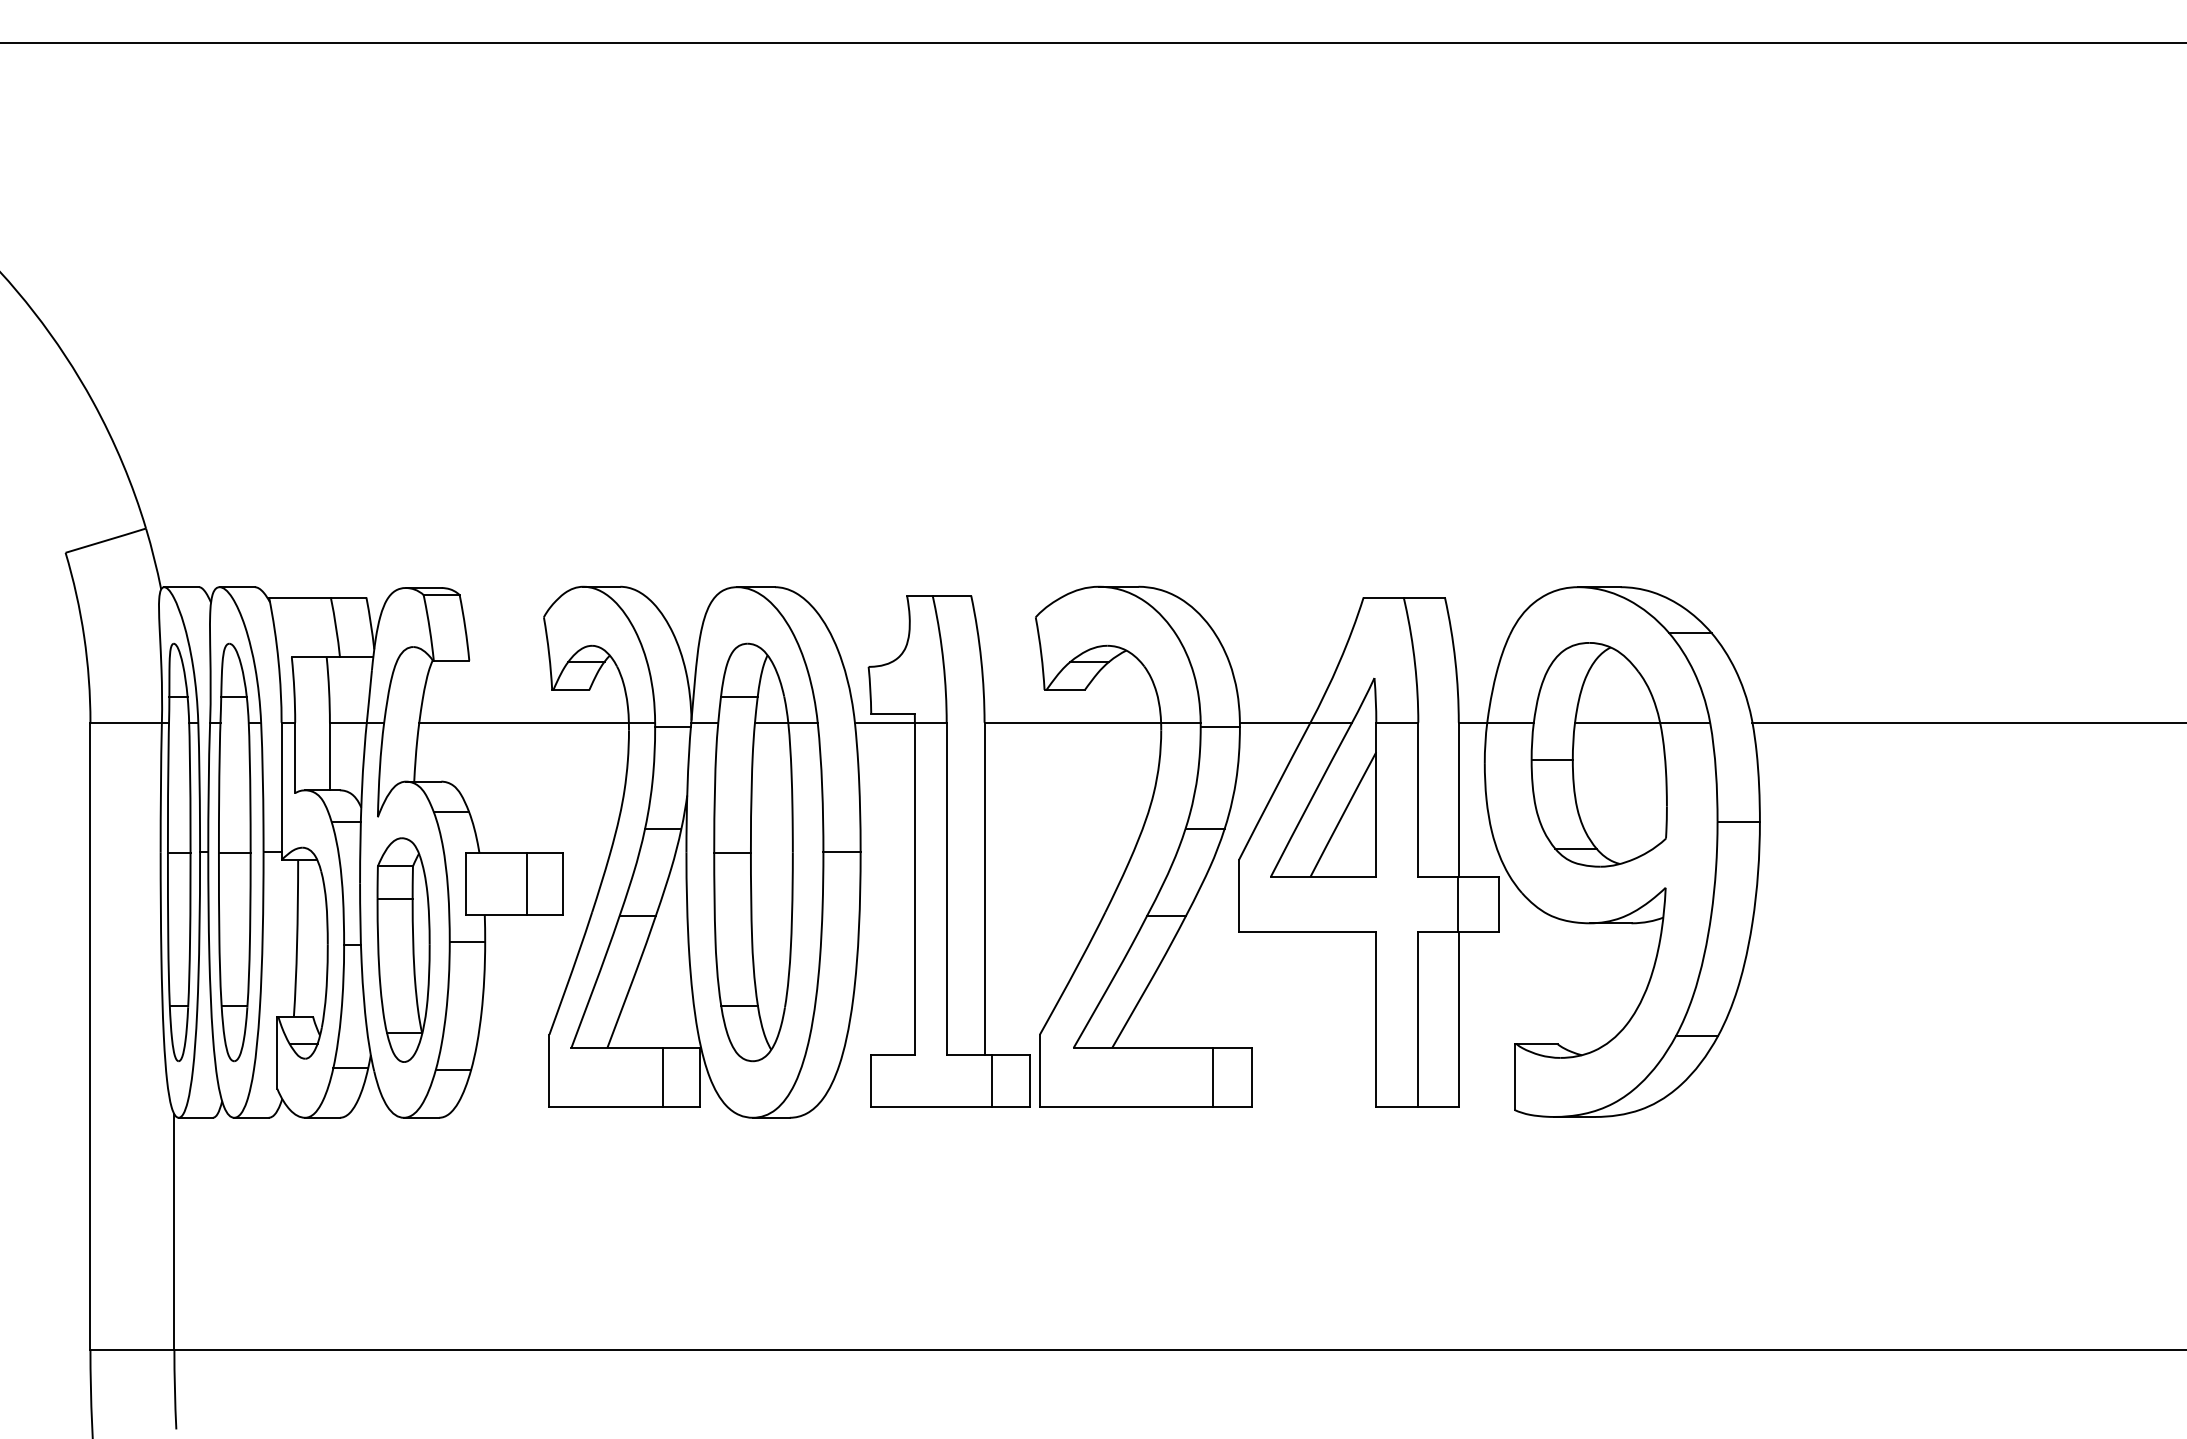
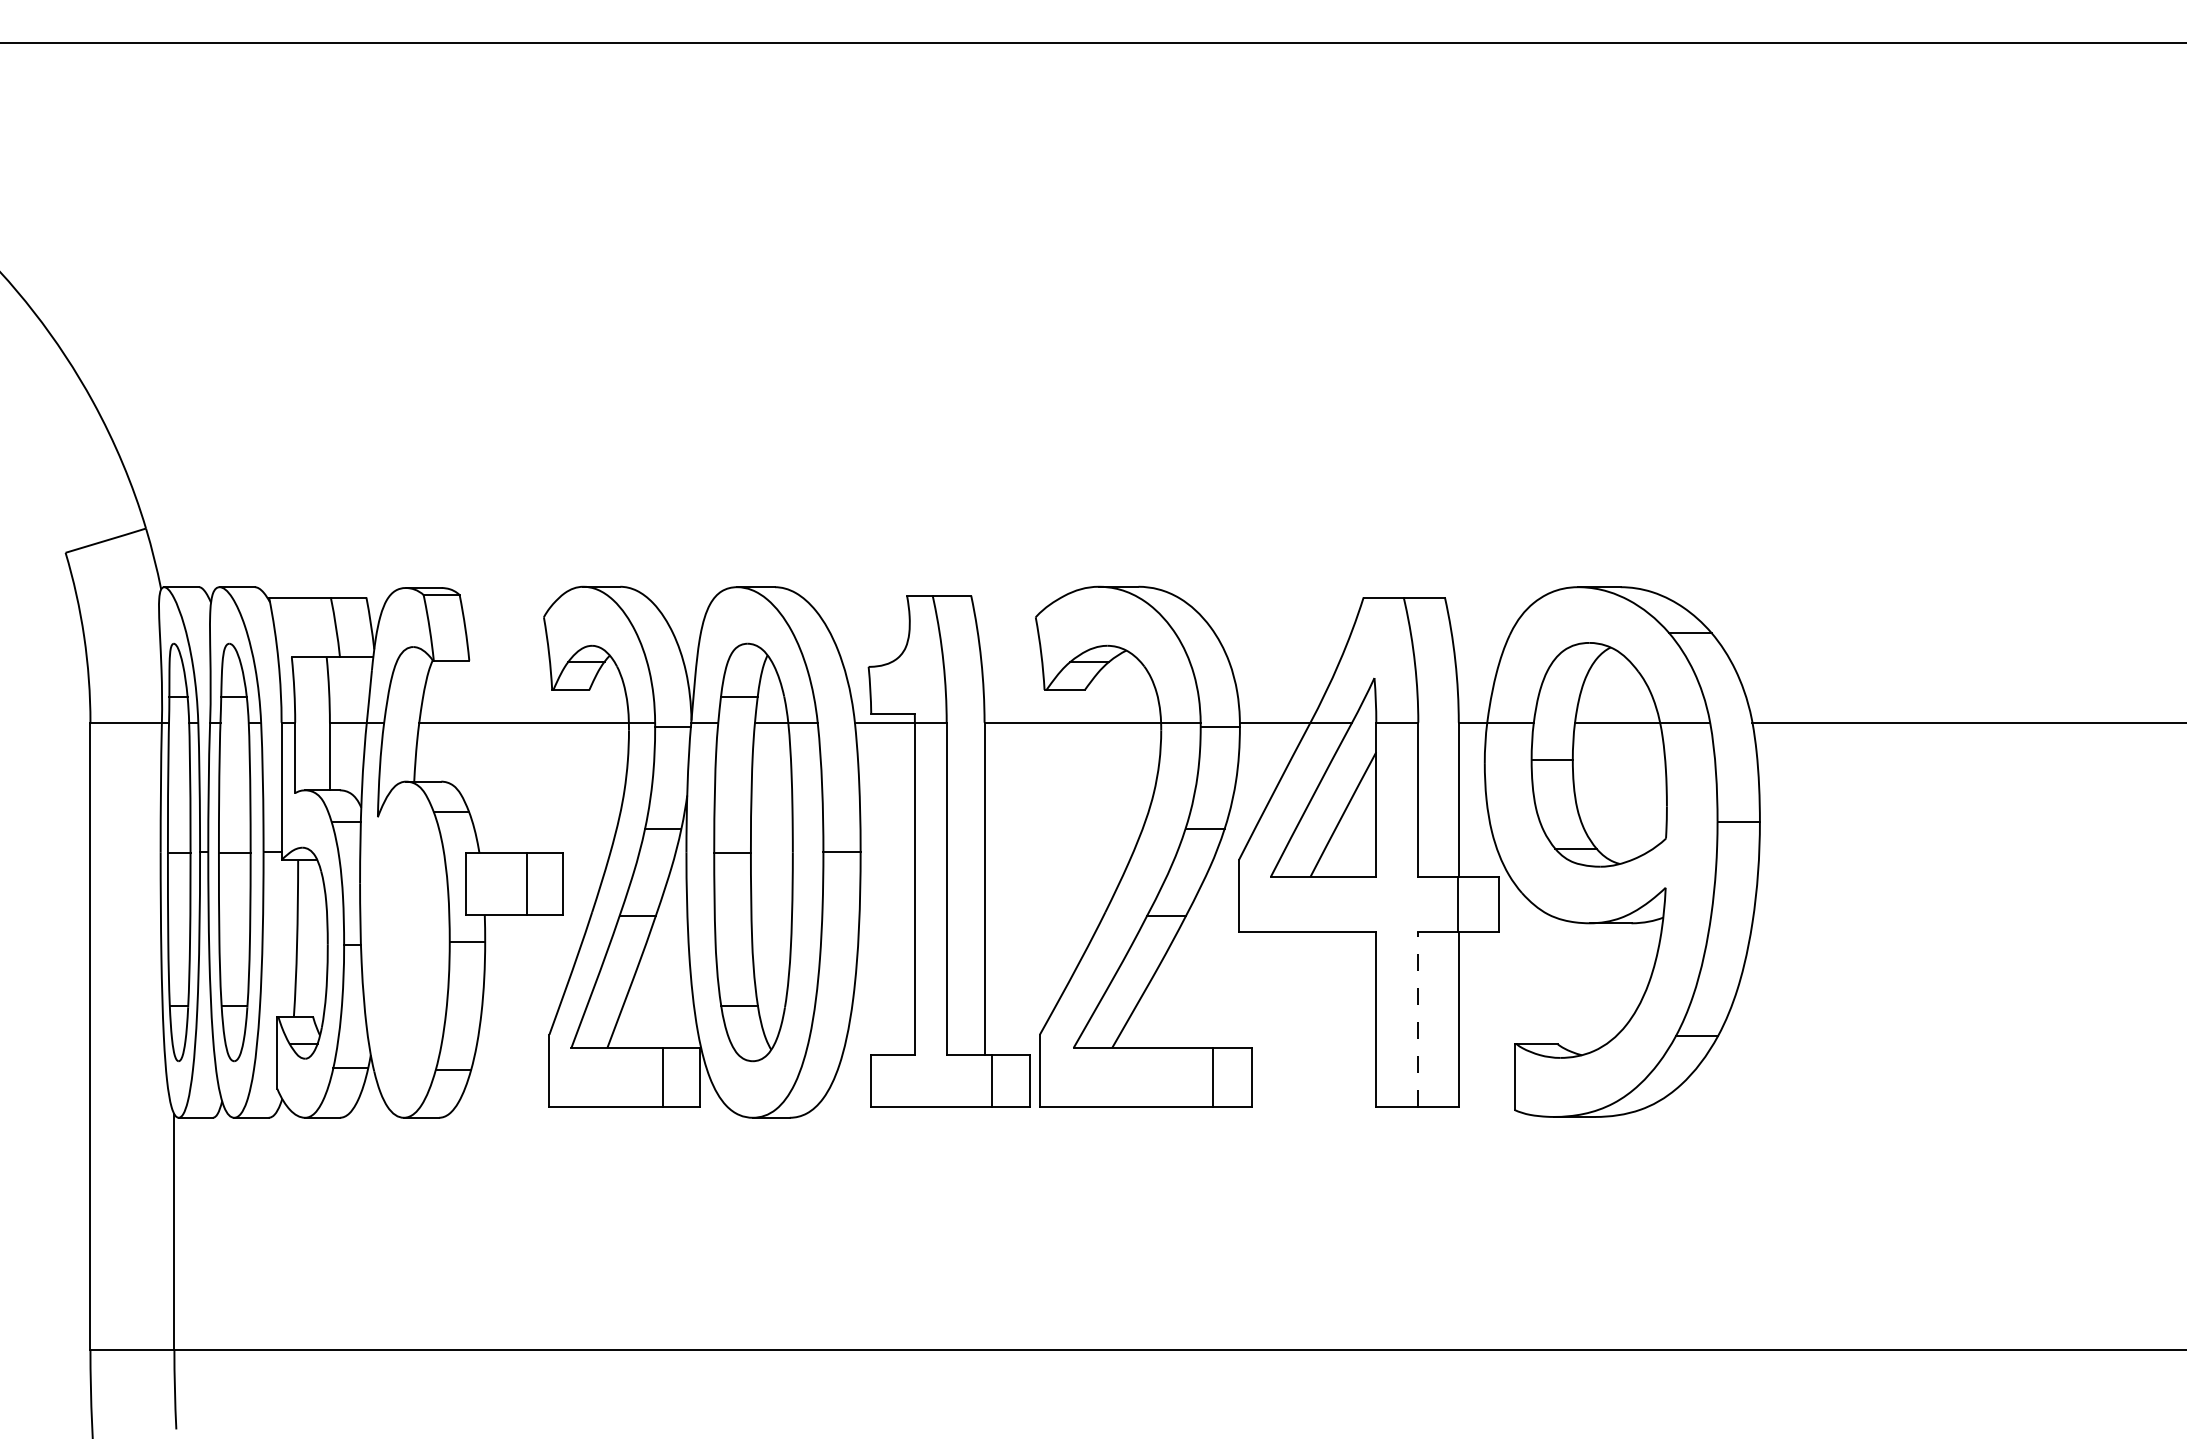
part at (403, 949): present -> none
line at (1418, 1019): solid -> dashed
